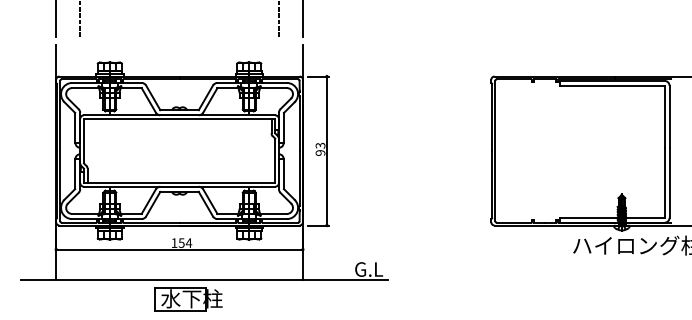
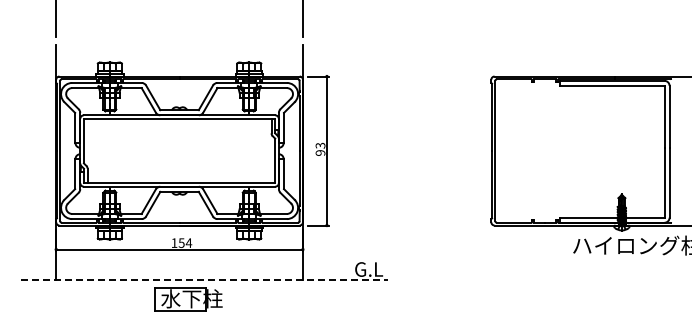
line at (80, 19): present -> none
line at (278, 19): present -> none
line at (204, 279): solid -> dashed
